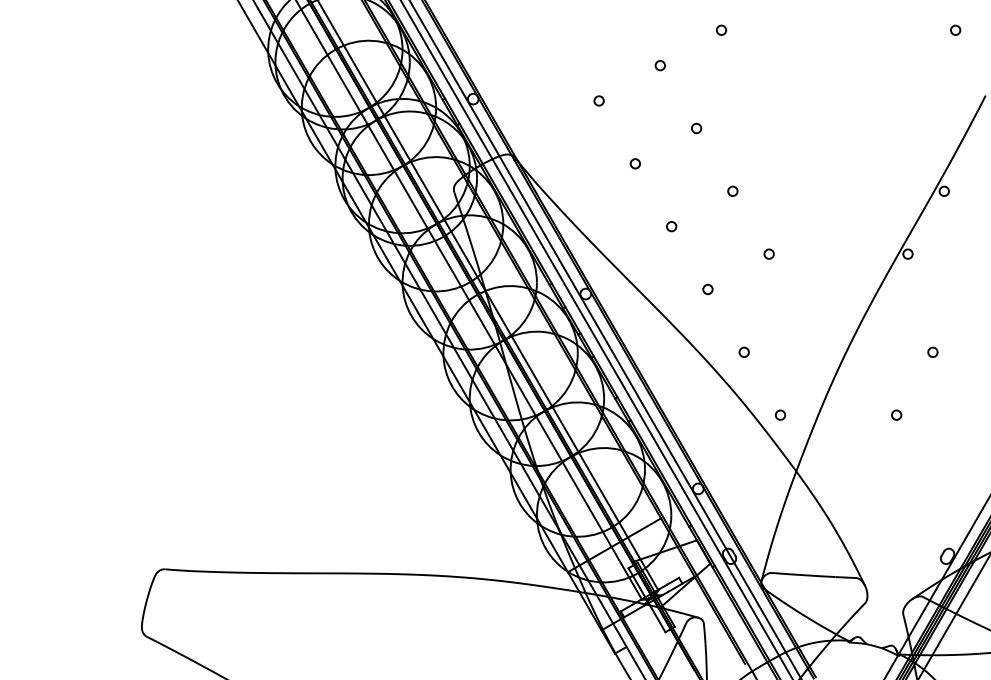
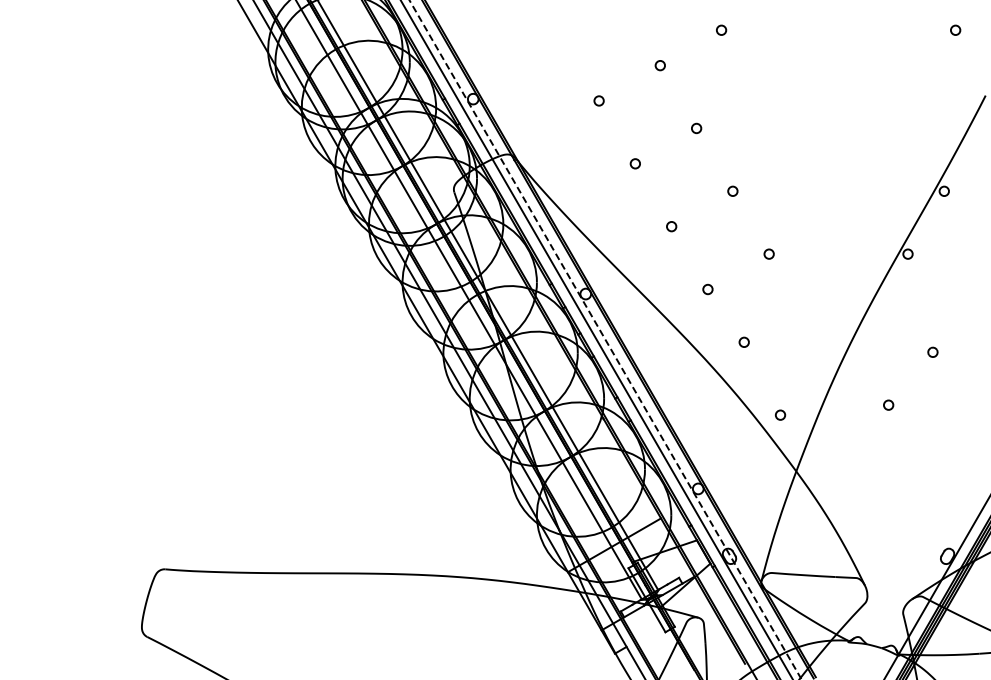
line at (605, 340): solid -> dashed
circle at (743, 351) position: (743, 351) -> (743, 341)
circle at (896, 414) position: (896, 414) -> (888, 404)
line at (953, 617): present -> none
